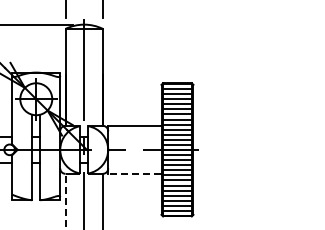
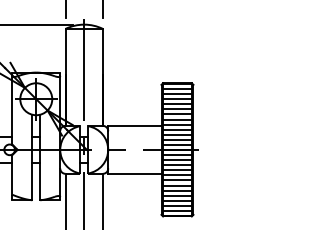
line at (134, 173): dashed -> solid
line at (65, 201): dashed -> solid
